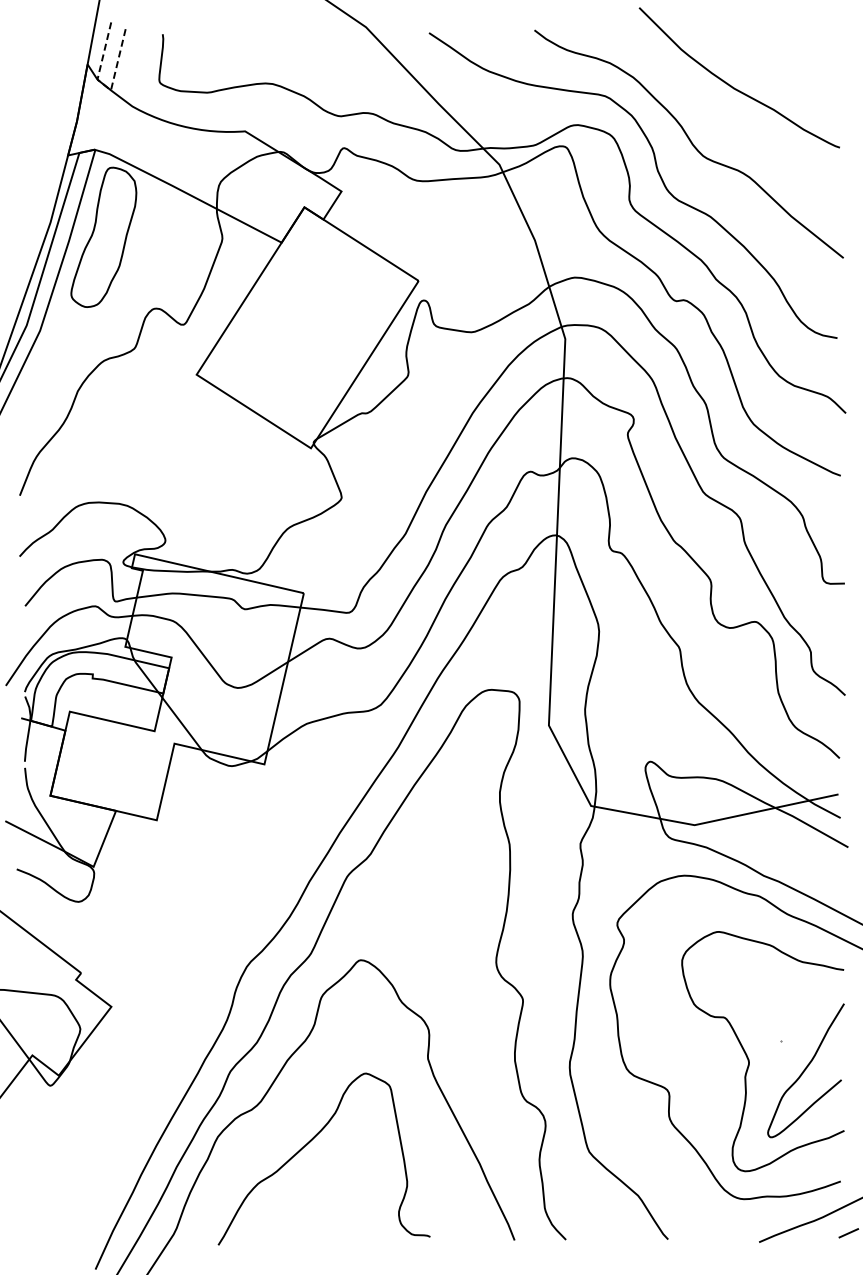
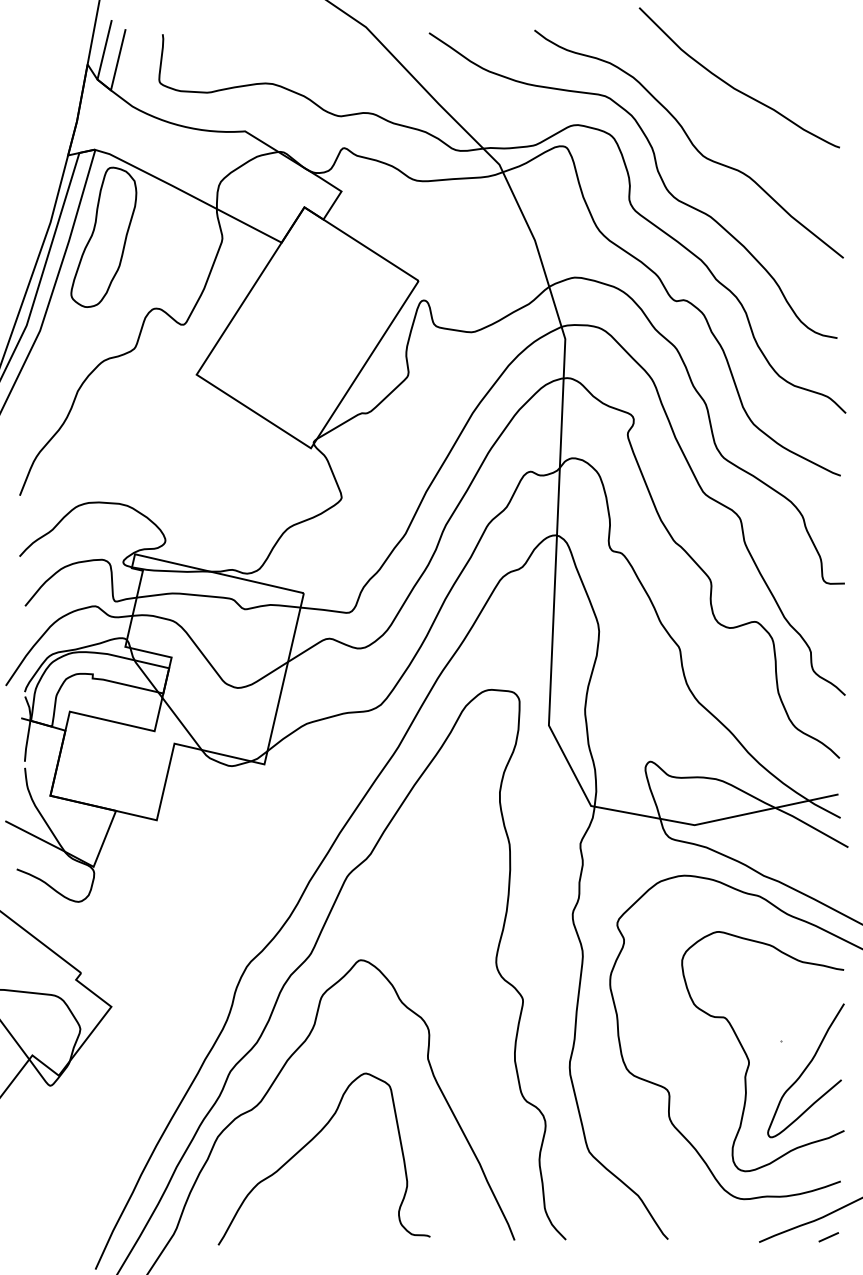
line at (104, 84): dashed -> solid
line at (848, 1233) position: (848, 1233) -> (828, 1237)
